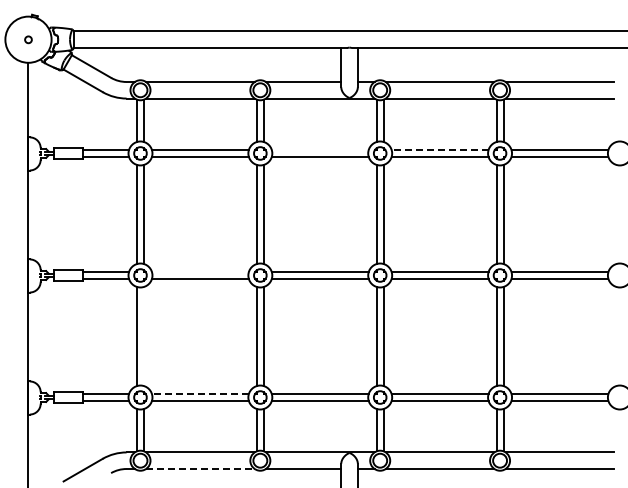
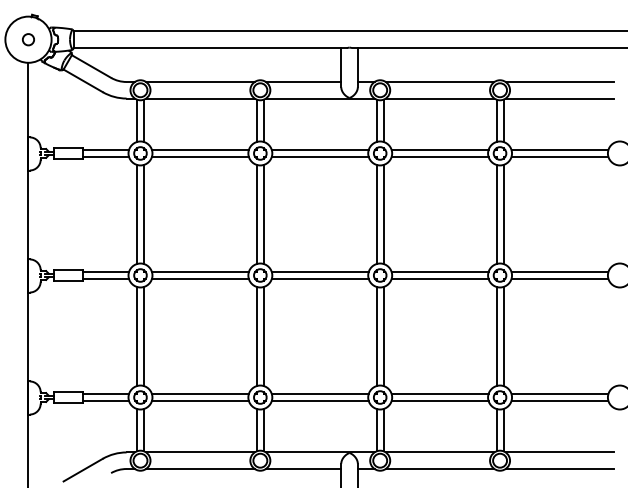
circle at (28, 39) size: 9x10 px -> 13x14 px
line at (319, 149): none -> present
line at (439, 149): dashed -> solid
line at (199, 272): none -> present
line at (143, 336): none -> present
line at (199, 394): dashed -> solid
line at (200, 469): dashed -> solid
